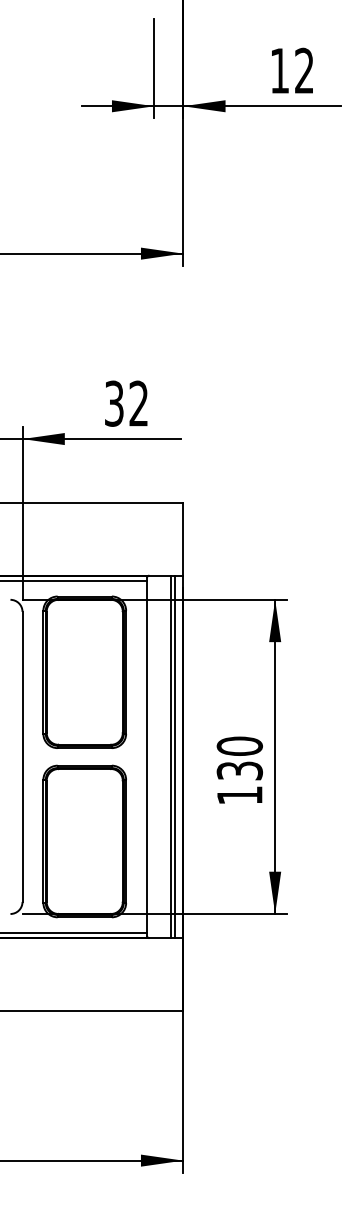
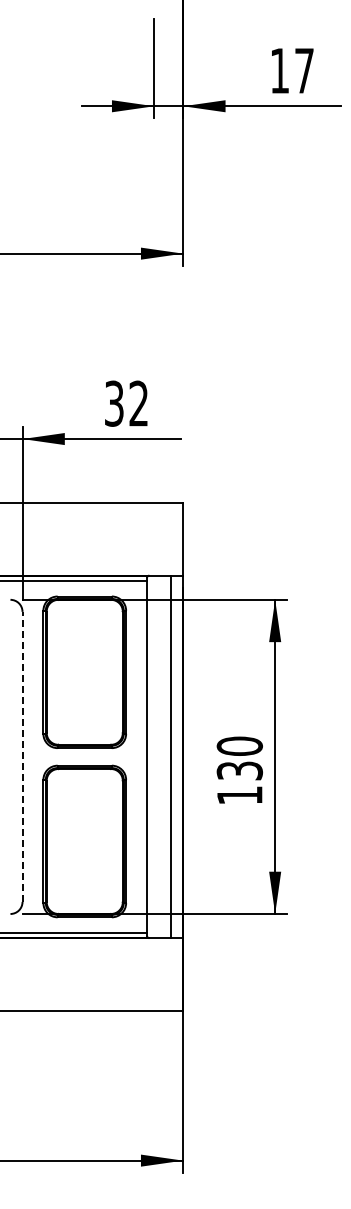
text at (304, 70): 12 -> 17
line at (22, 756): solid -> dashed
line at (174, 756): present -> none
